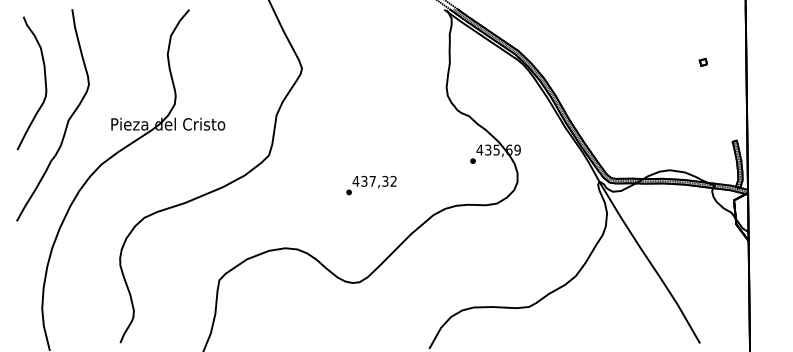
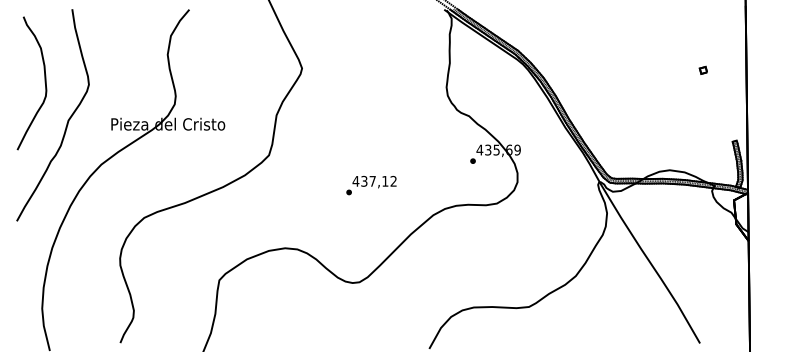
part at (702, 61) position: (702, 61) -> (702, 69)
text at (385, 180): 437,32 -> 437,12
